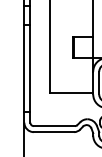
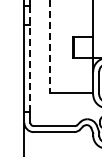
line at (50, 46): solid -> dashed
line at (30, 58): solid -> dashed
